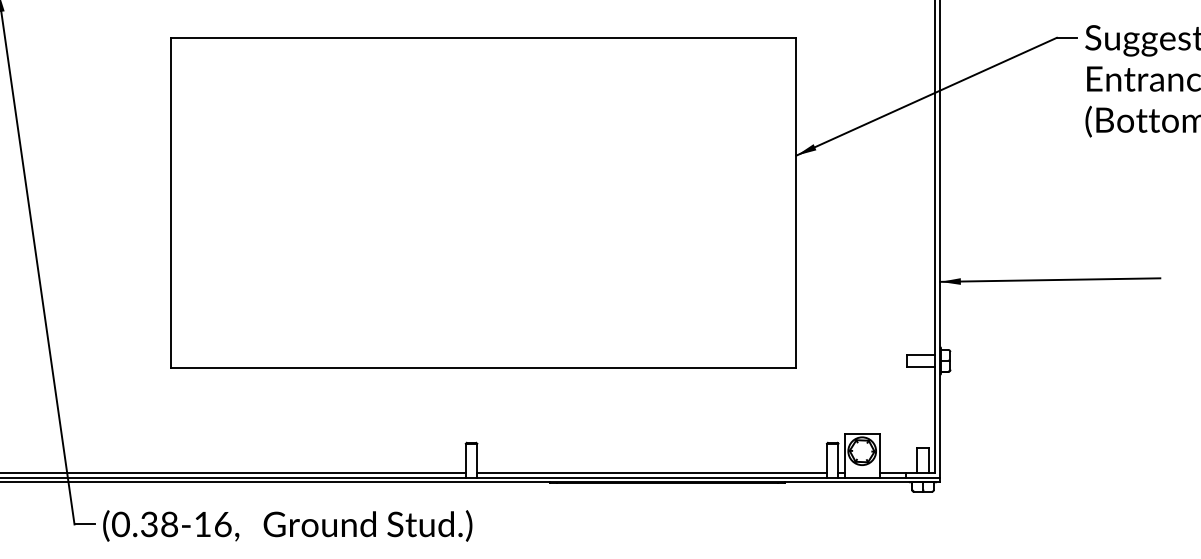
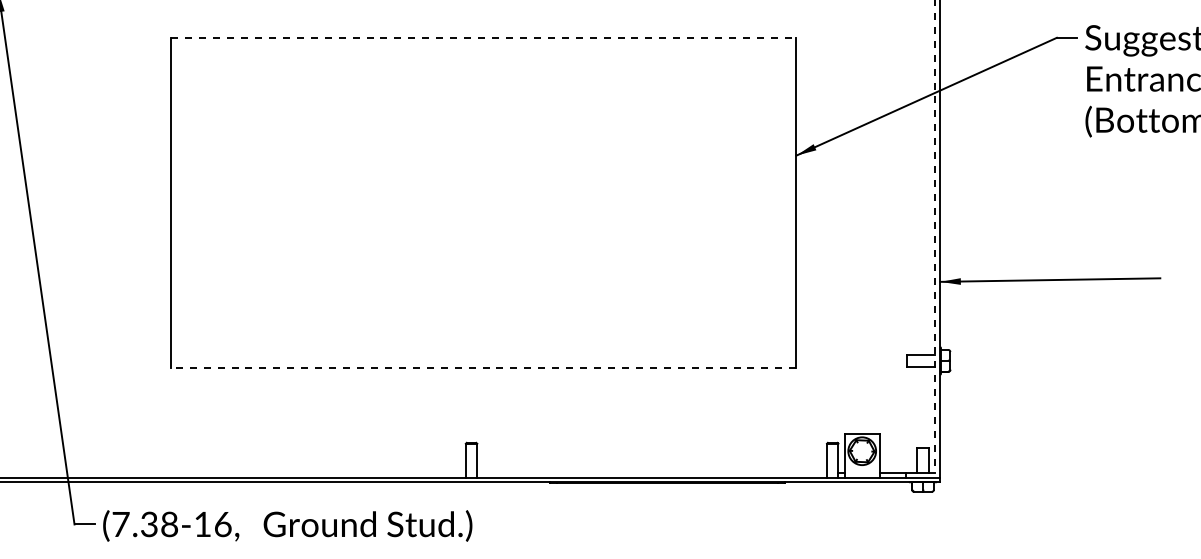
line at (483, 38): solid -> dashed
line at (935, 236): solid -> dashed
line at (483, 368): solid -> dashed
line at (233, 472): present -> none
line at (652, 472): present -> none
text at (120, 524): (0.38-16, -> (7.38-16,
